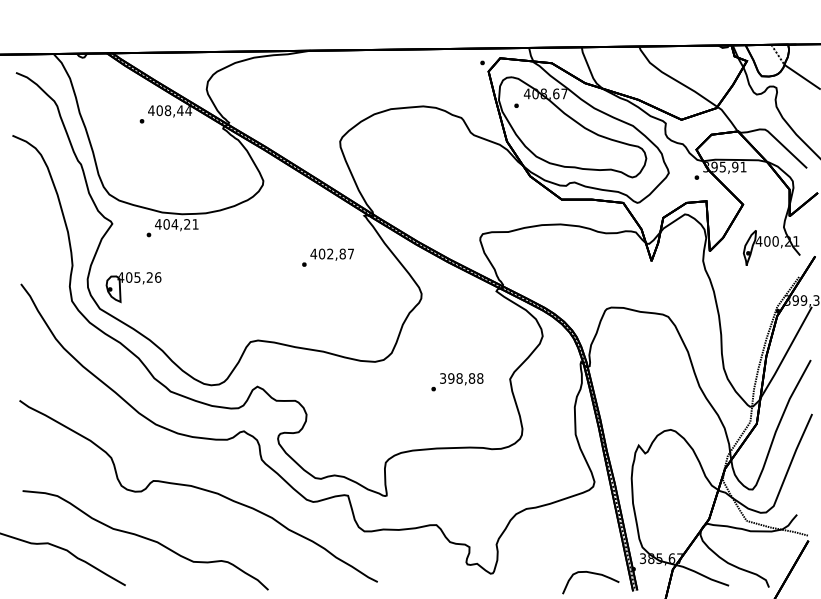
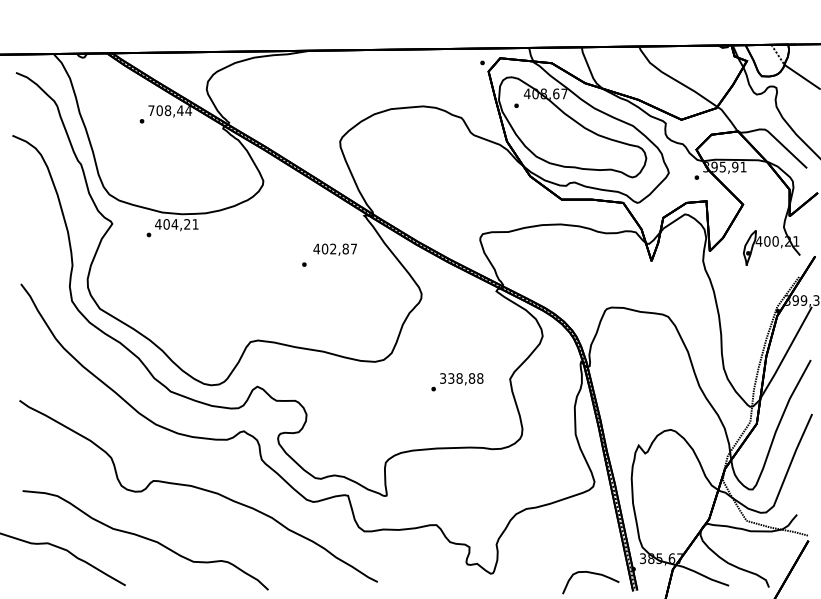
text at (151, 110): 408,44 -> 708,44
text at (331, 254) position: (331, 254) -> (334, 249)
part at (133, 287): present -> none
text at (451, 378): 398,88 -> 338,88
